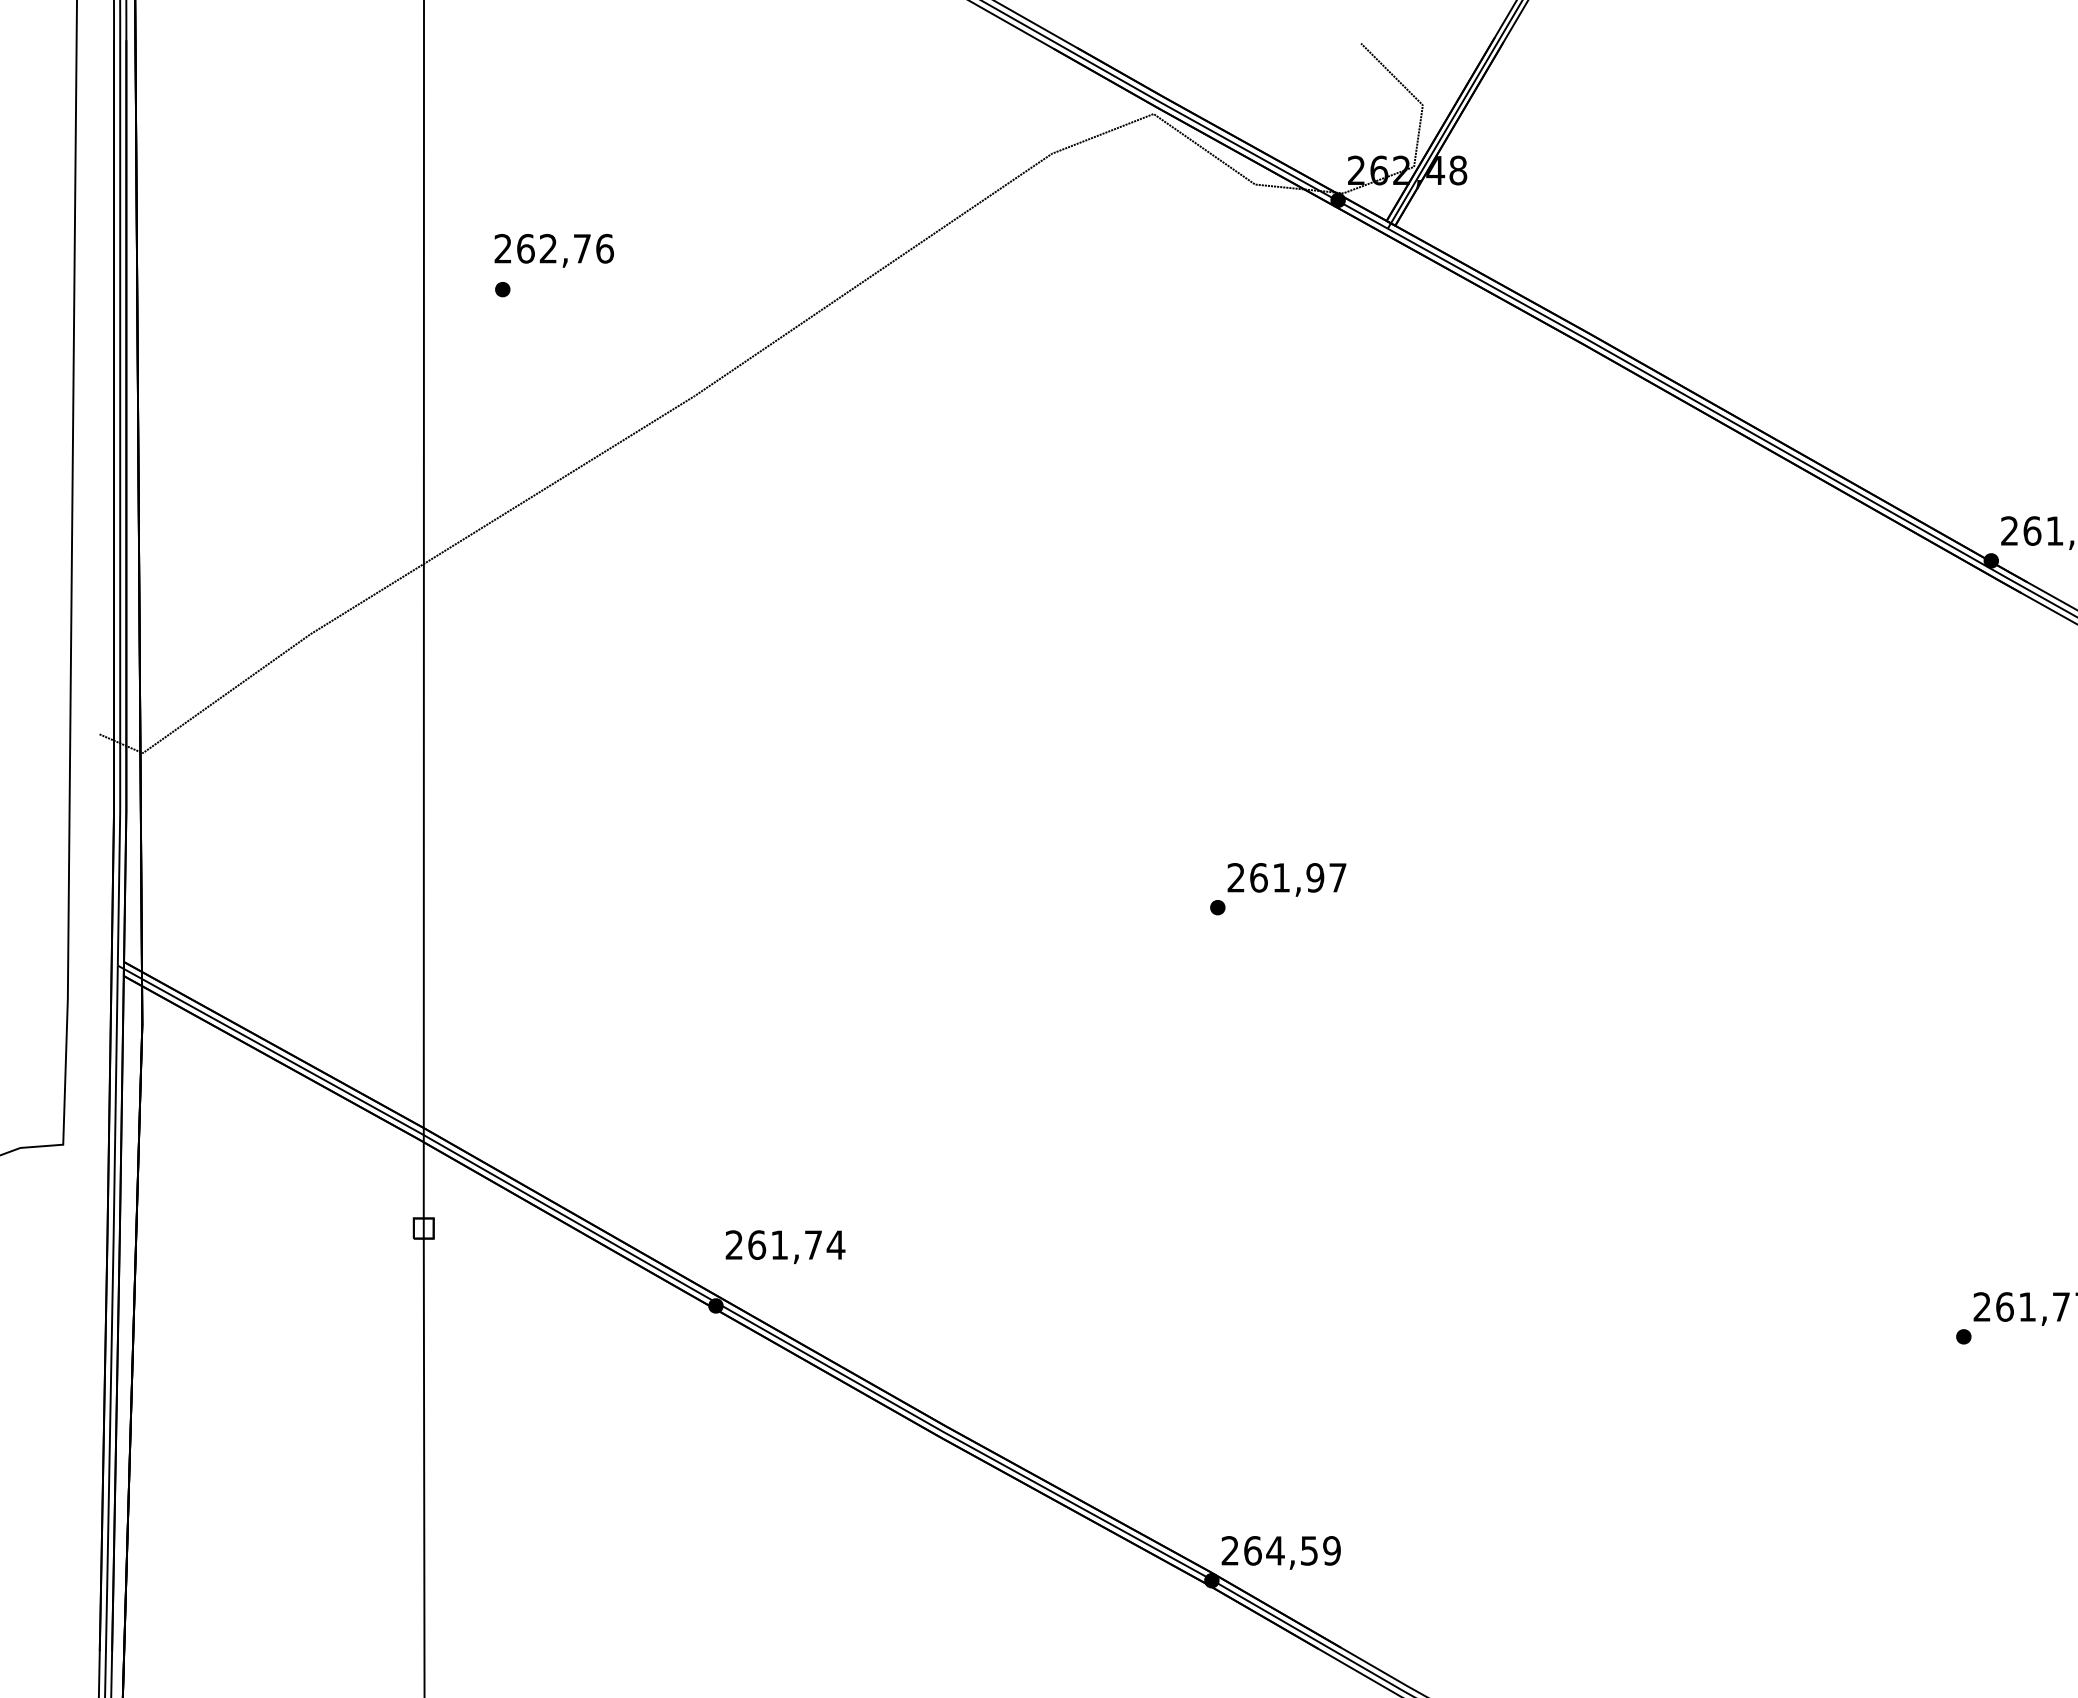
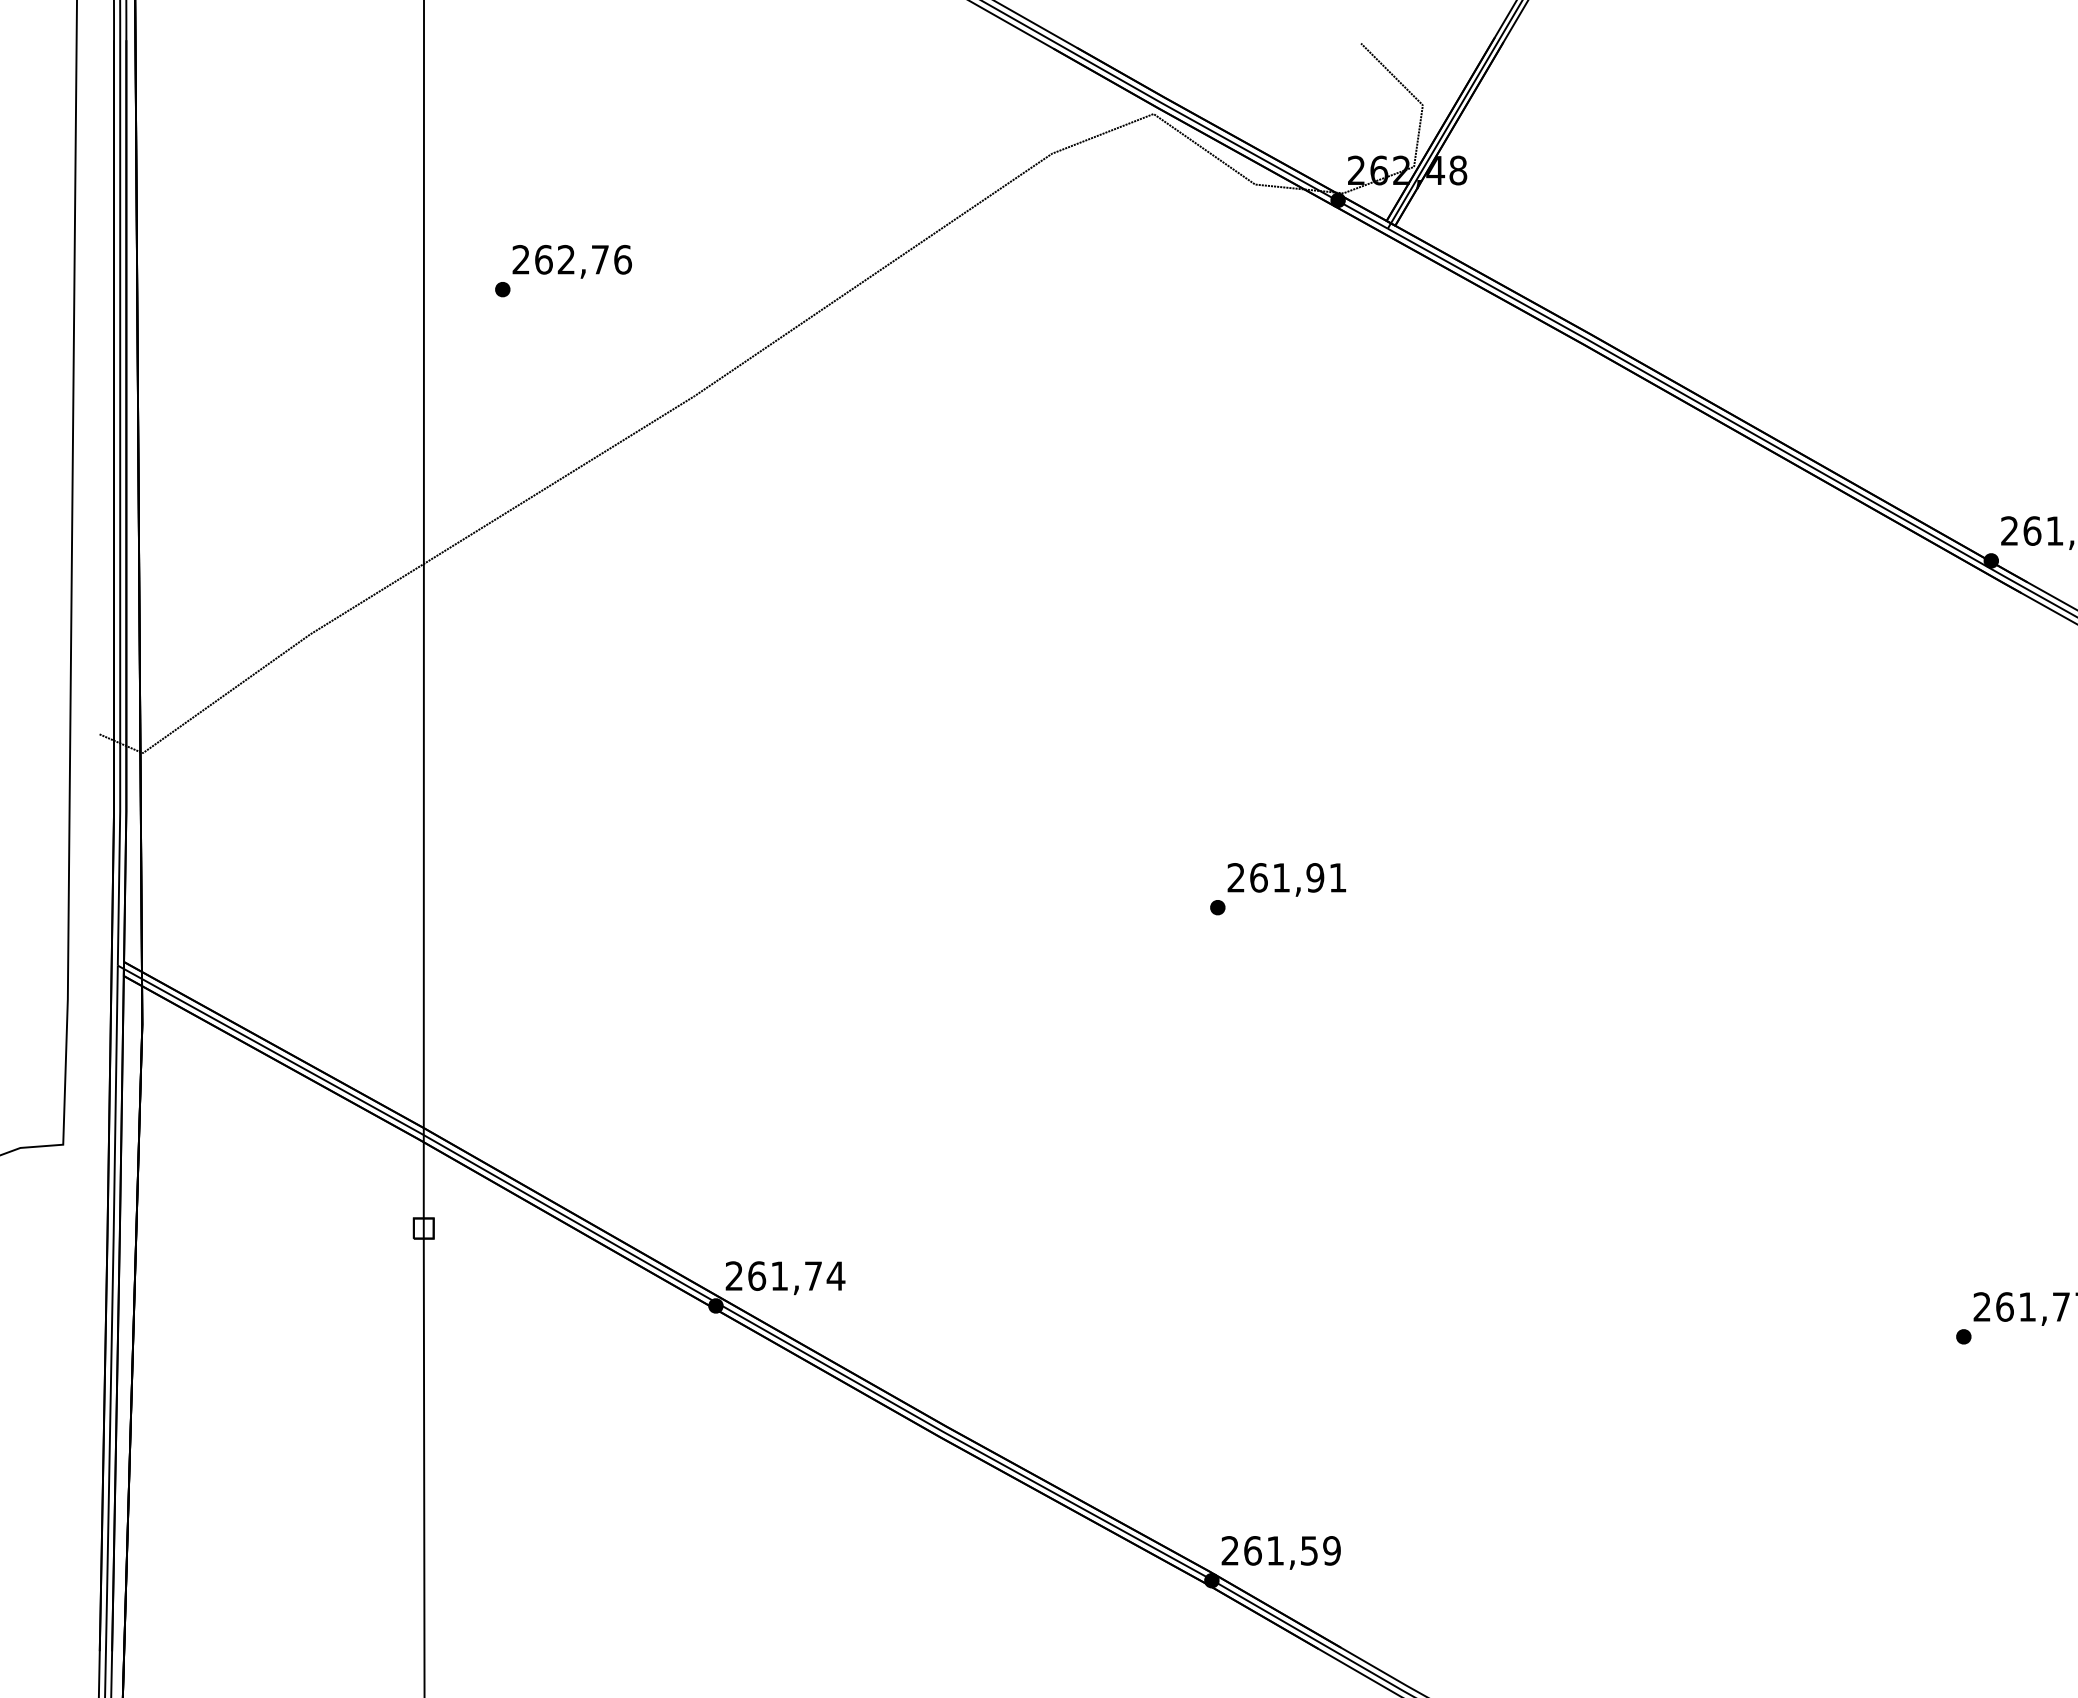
text at (553, 250) position: (553, 250) -> (571, 261)
text at (1337, 877): 261,97 -> 261,91
text at (785, 1247) position: (785, 1247) -> (785, 1278)
text at (1275, 1550): 264,59 -> 261,59
